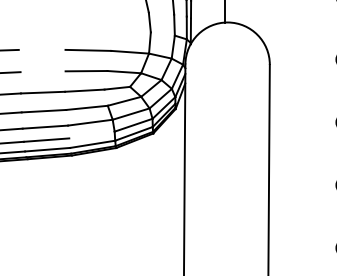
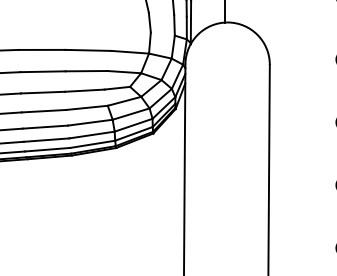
line at (41, 49): none -> present
line at (42, 71): none -> present
line at (91, 134): none -> present
